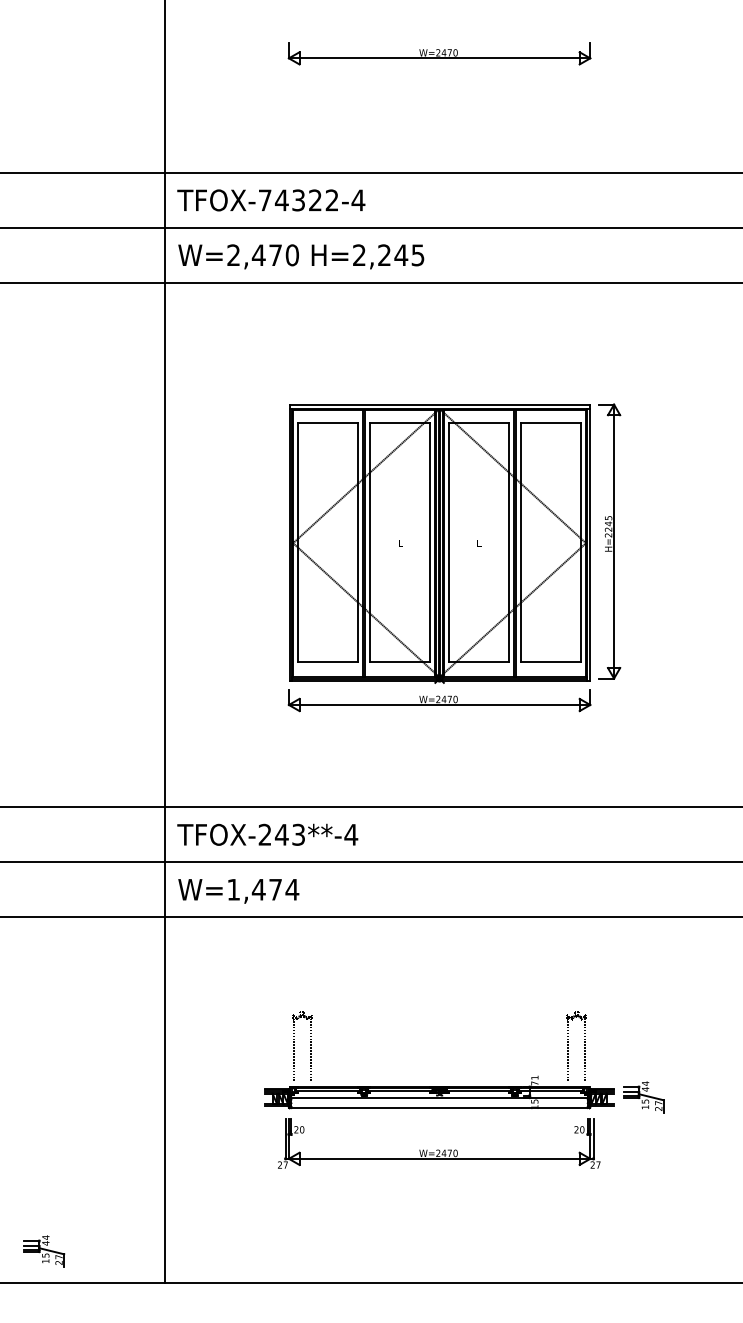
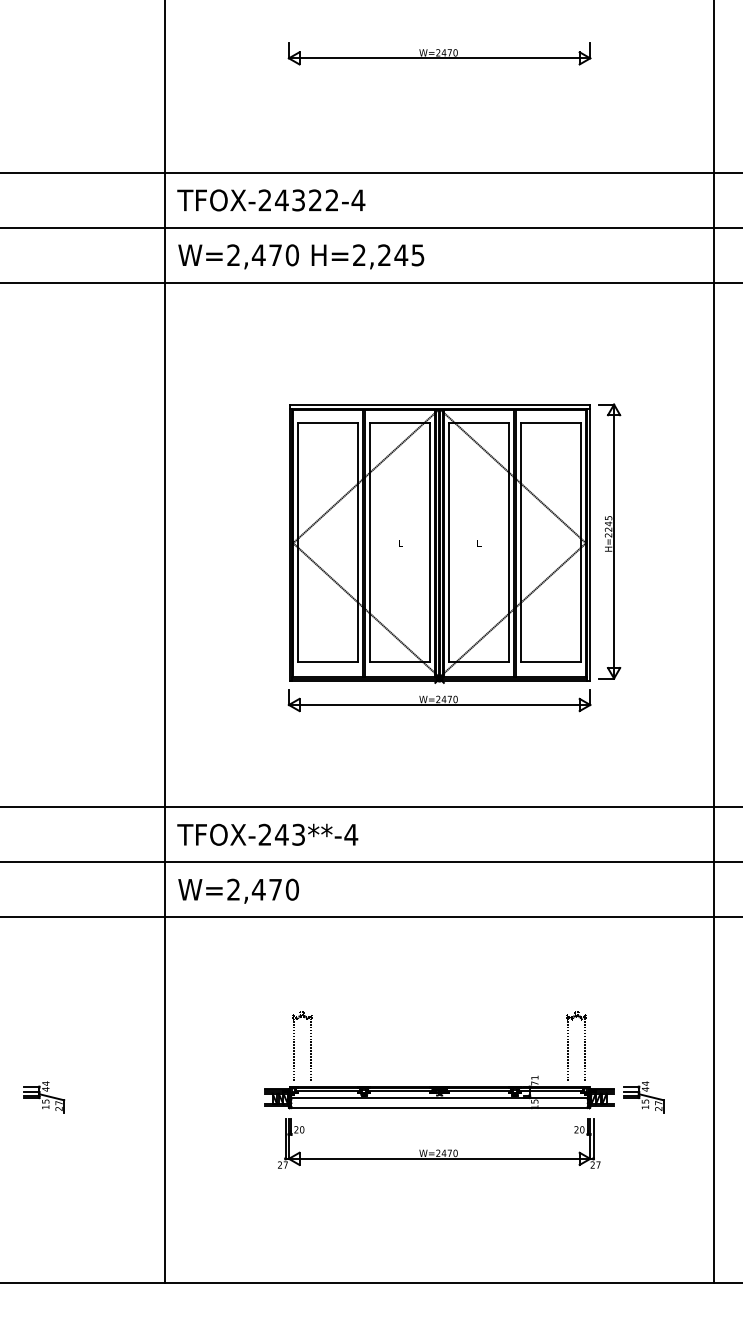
text at (264, 200): TFOX-74322-4 -> TFOX-24322-4
line at (714, 642): none -> present
text at (263, 889): W=1,474 -> W=2,470
part at (44, 1251) position: (44, 1251) -> (44, 1097)
